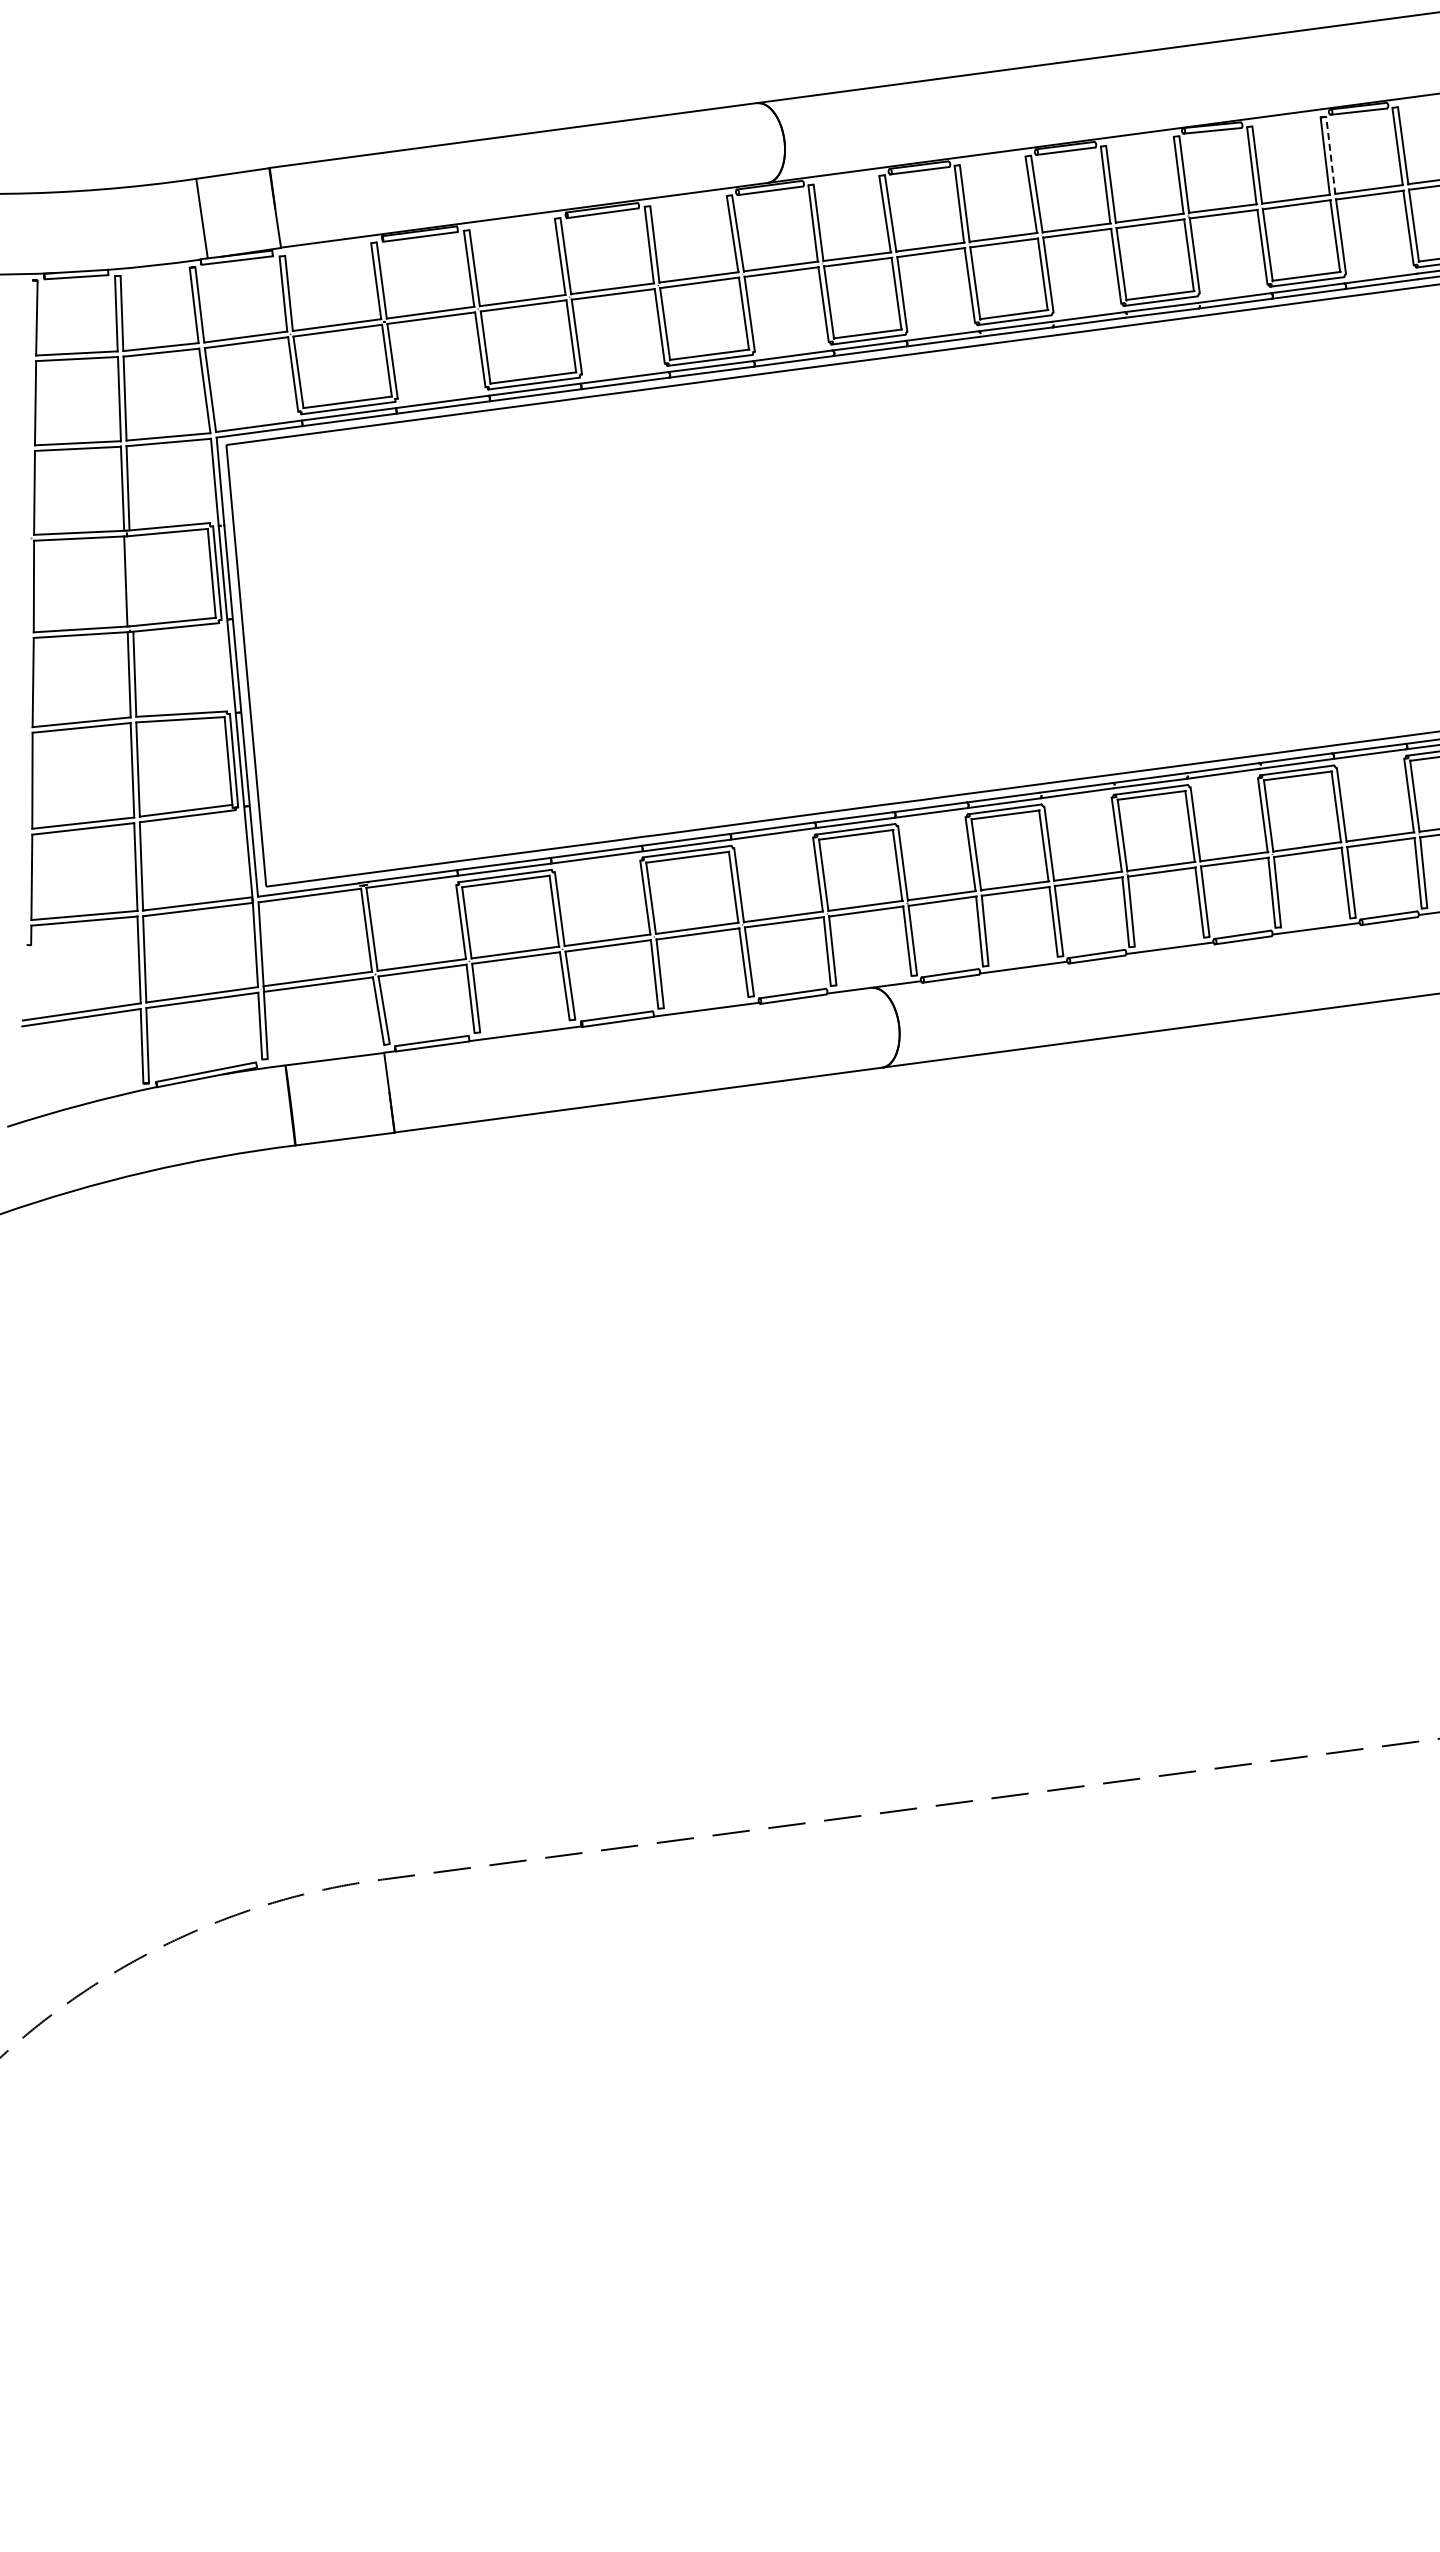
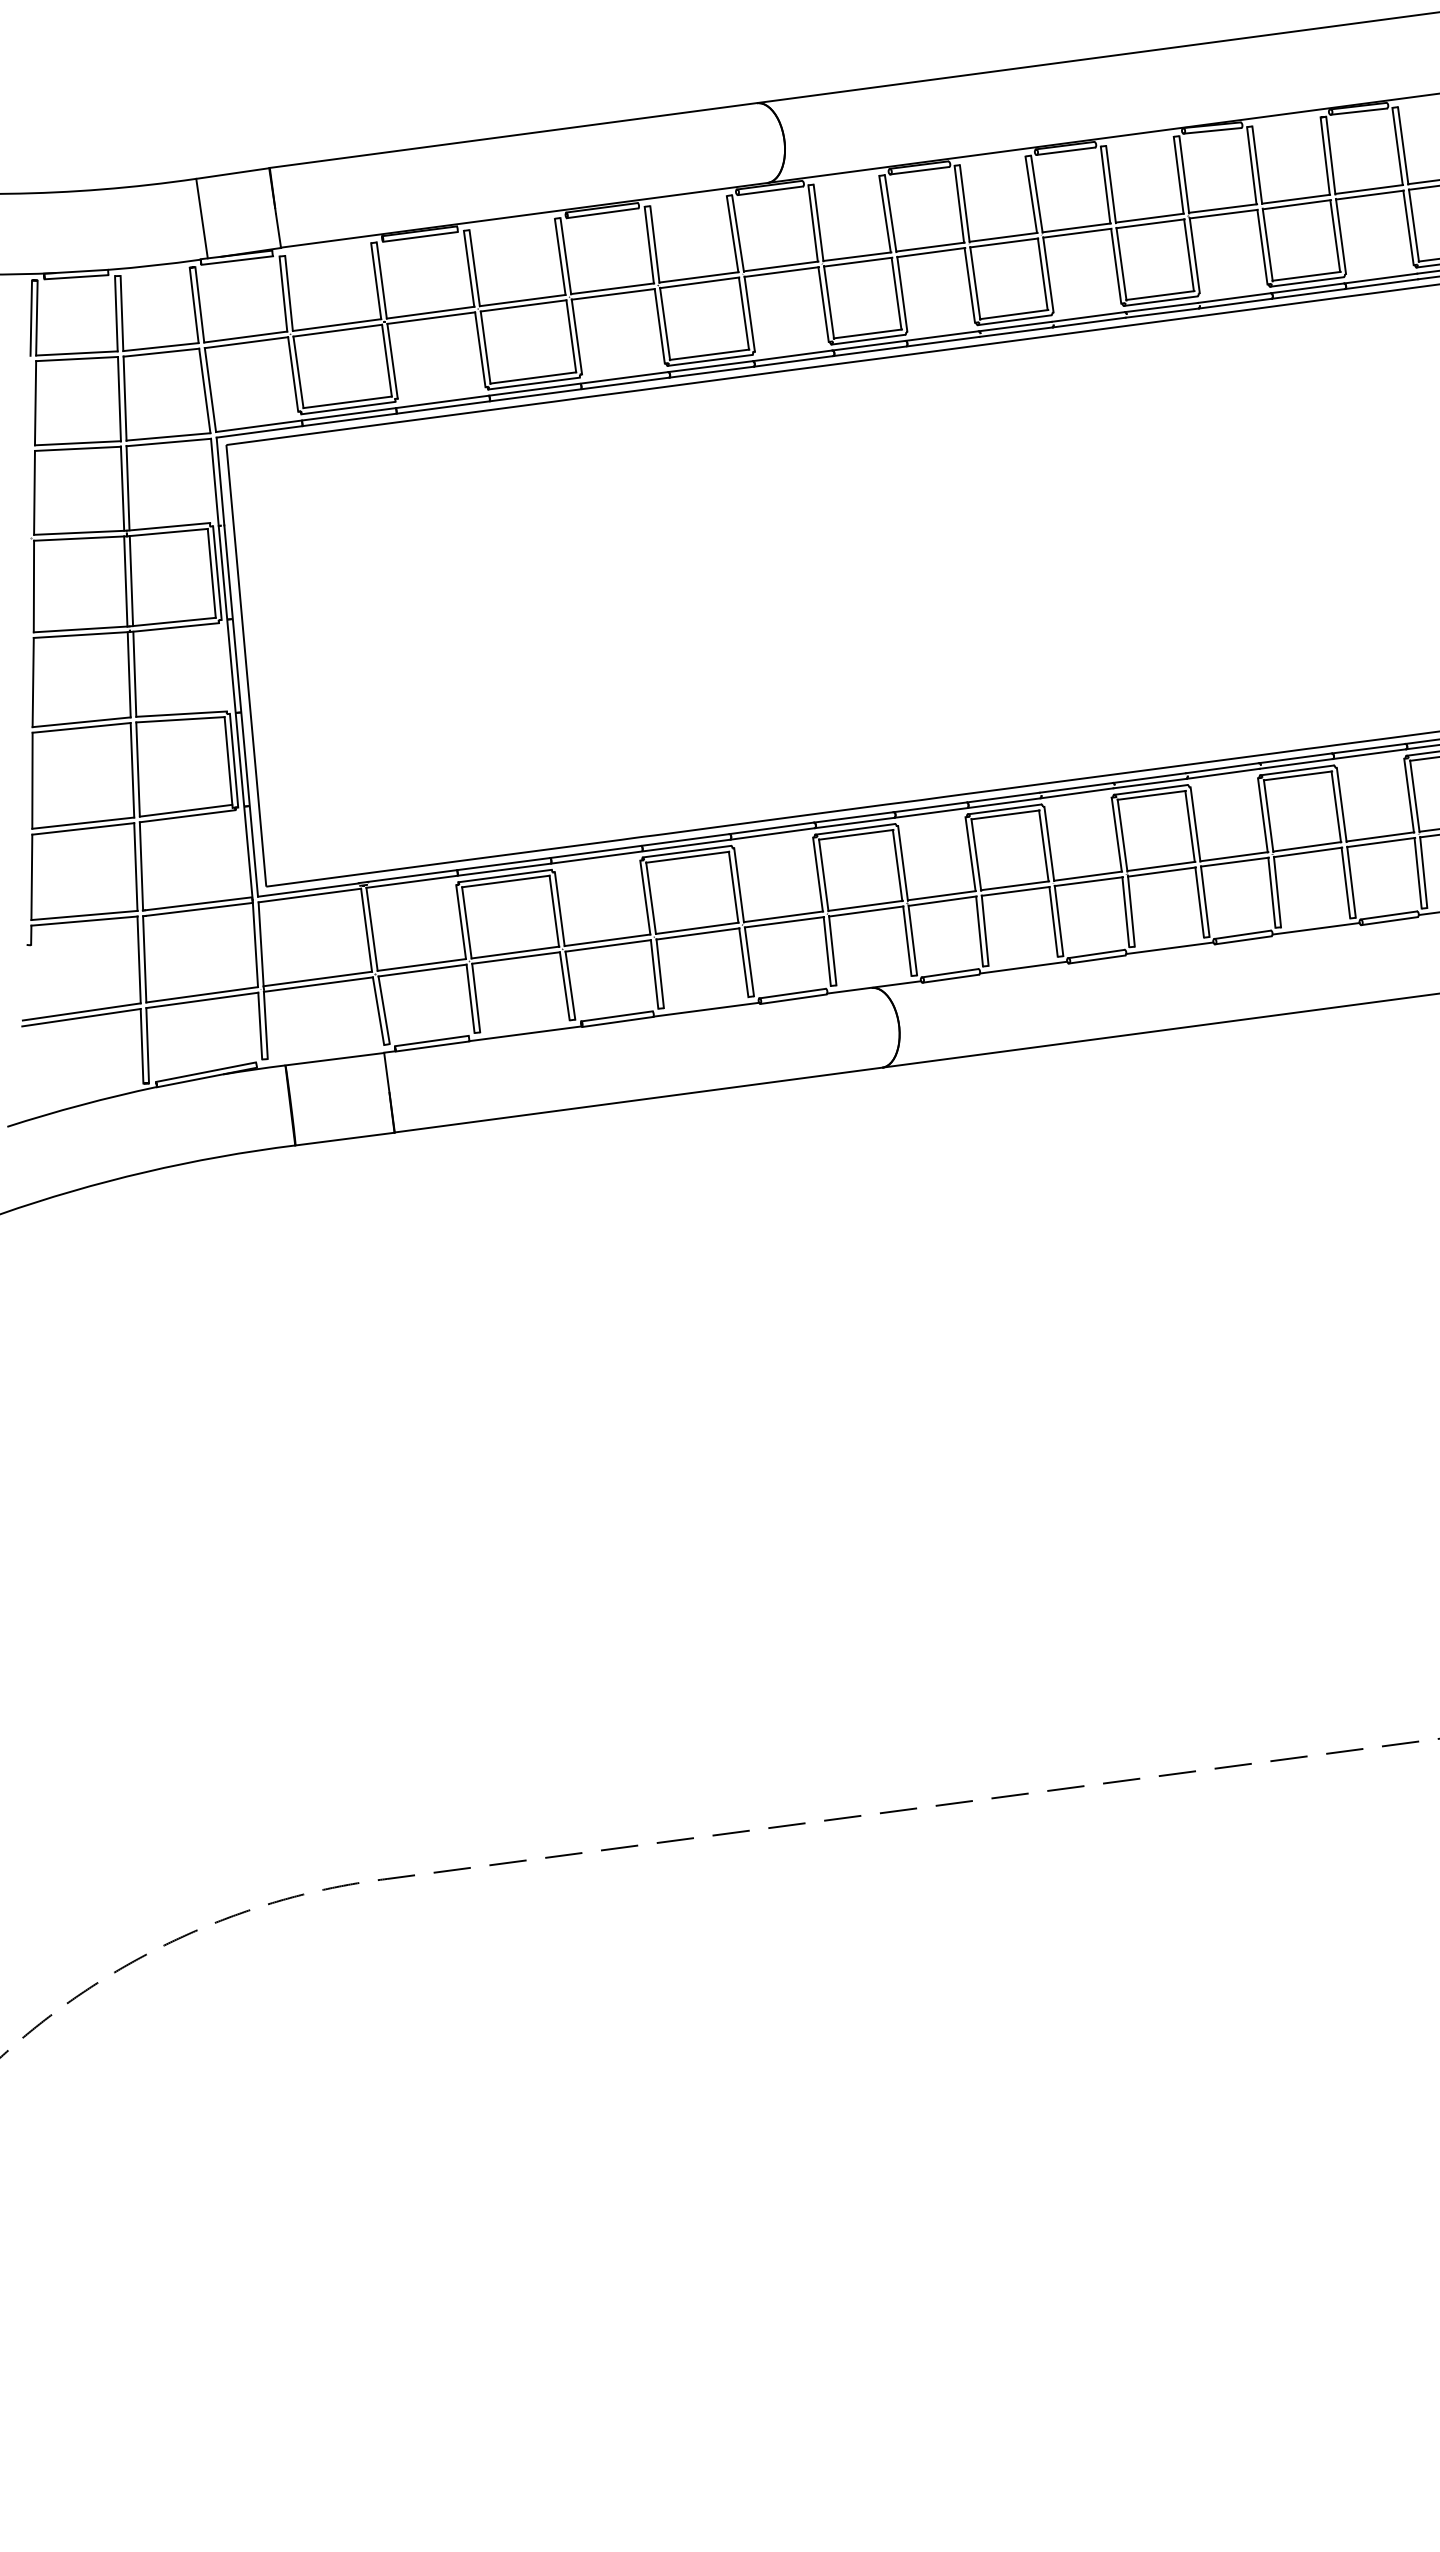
line at (1330, 155): dashed -> solid
line at (31, 317): none -> present
line at (131, 581): none -> present
